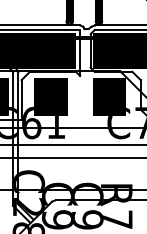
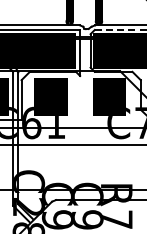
line at (120, 29): solid -> dashed
line at (72, 158): present -> none
